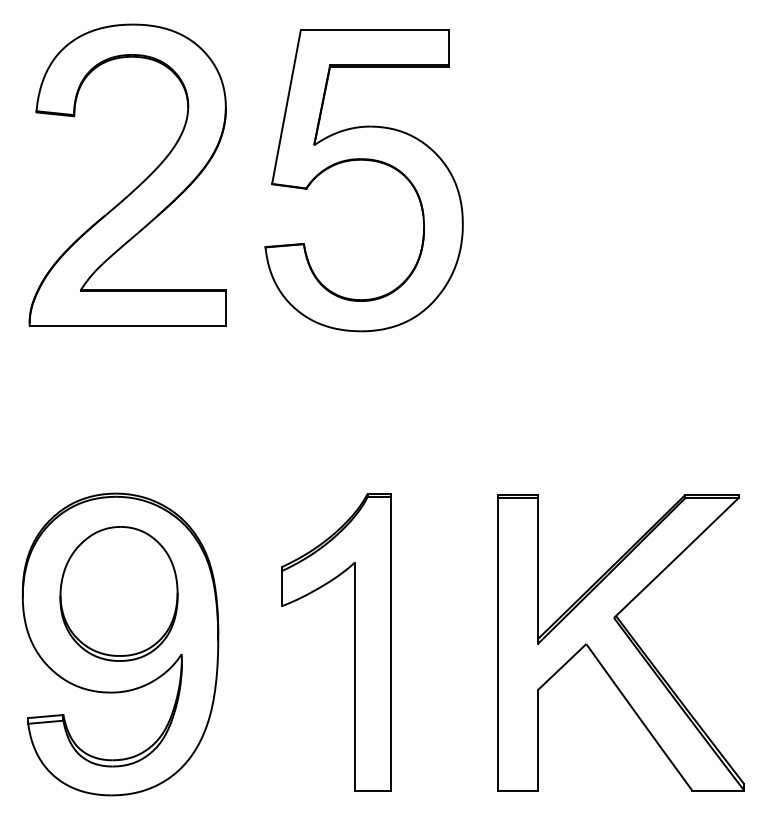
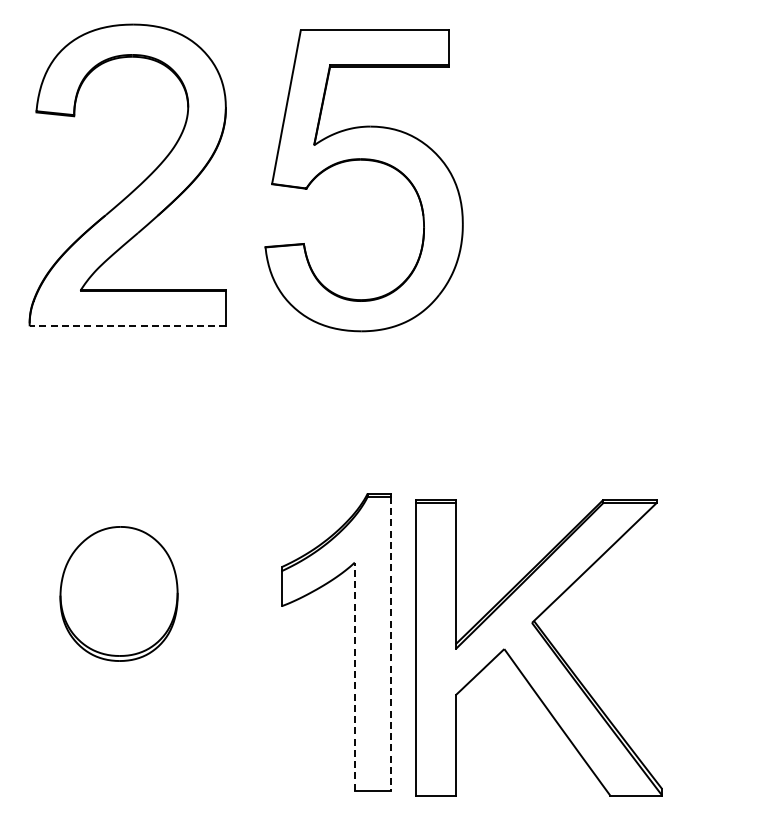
line at (127, 326): solid -> dashed
part at (620, 642) position: (620, 642) -> (538, 647)
line at (391, 643): solid -> dashed
part at (120, 644): present -> none
line at (354, 676): solid -> dashed
